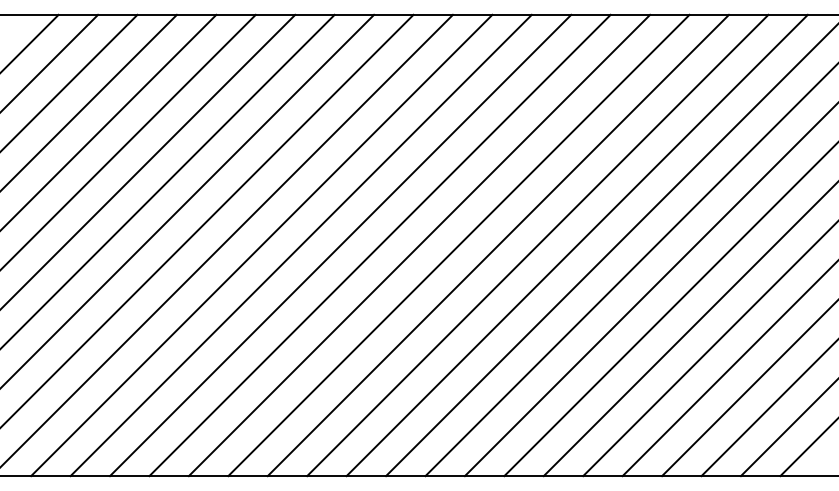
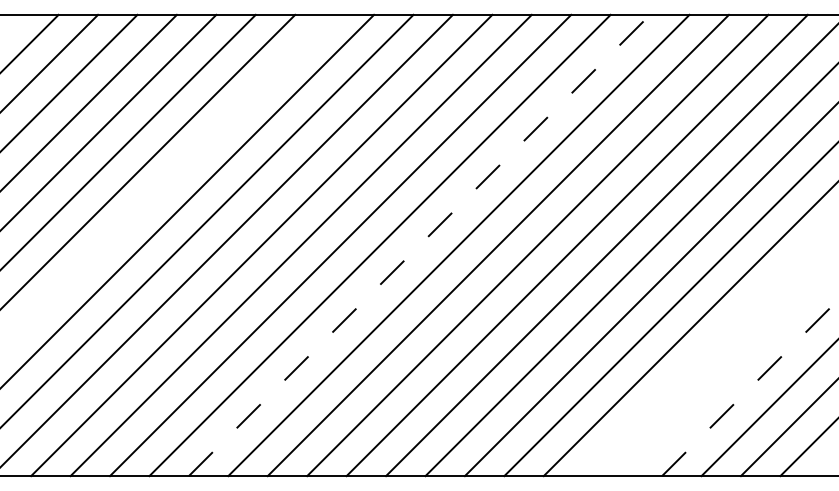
line at (168, 180): present -> none
line at (419, 245): solid -> dashed
line at (709, 349): present -> none
line at (728, 369): present -> none
line at (750, 387): solid -> dashed
